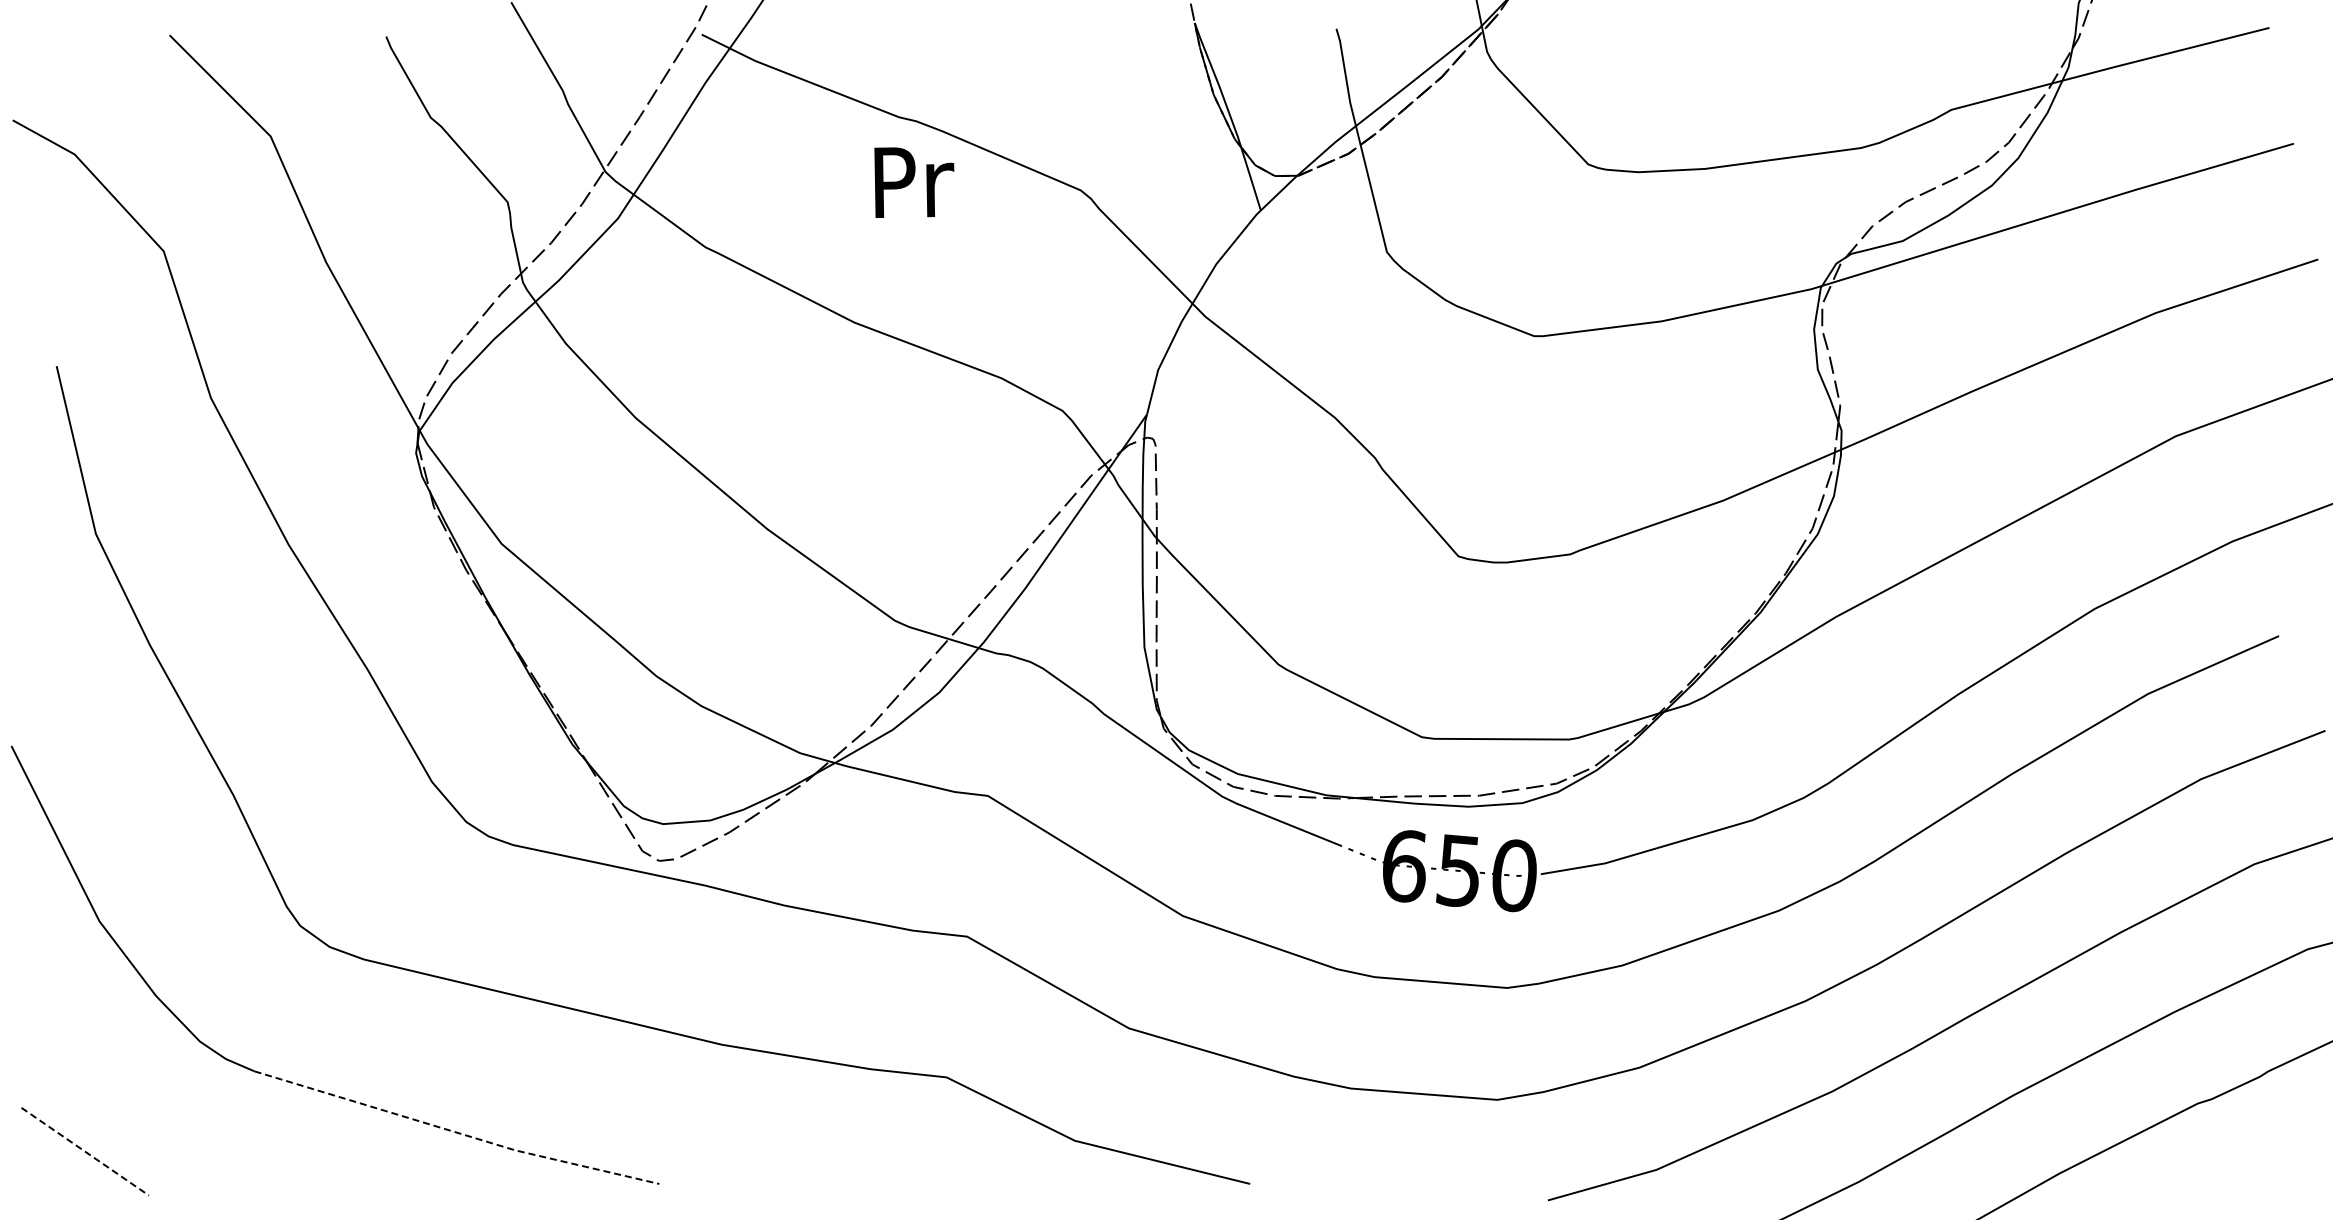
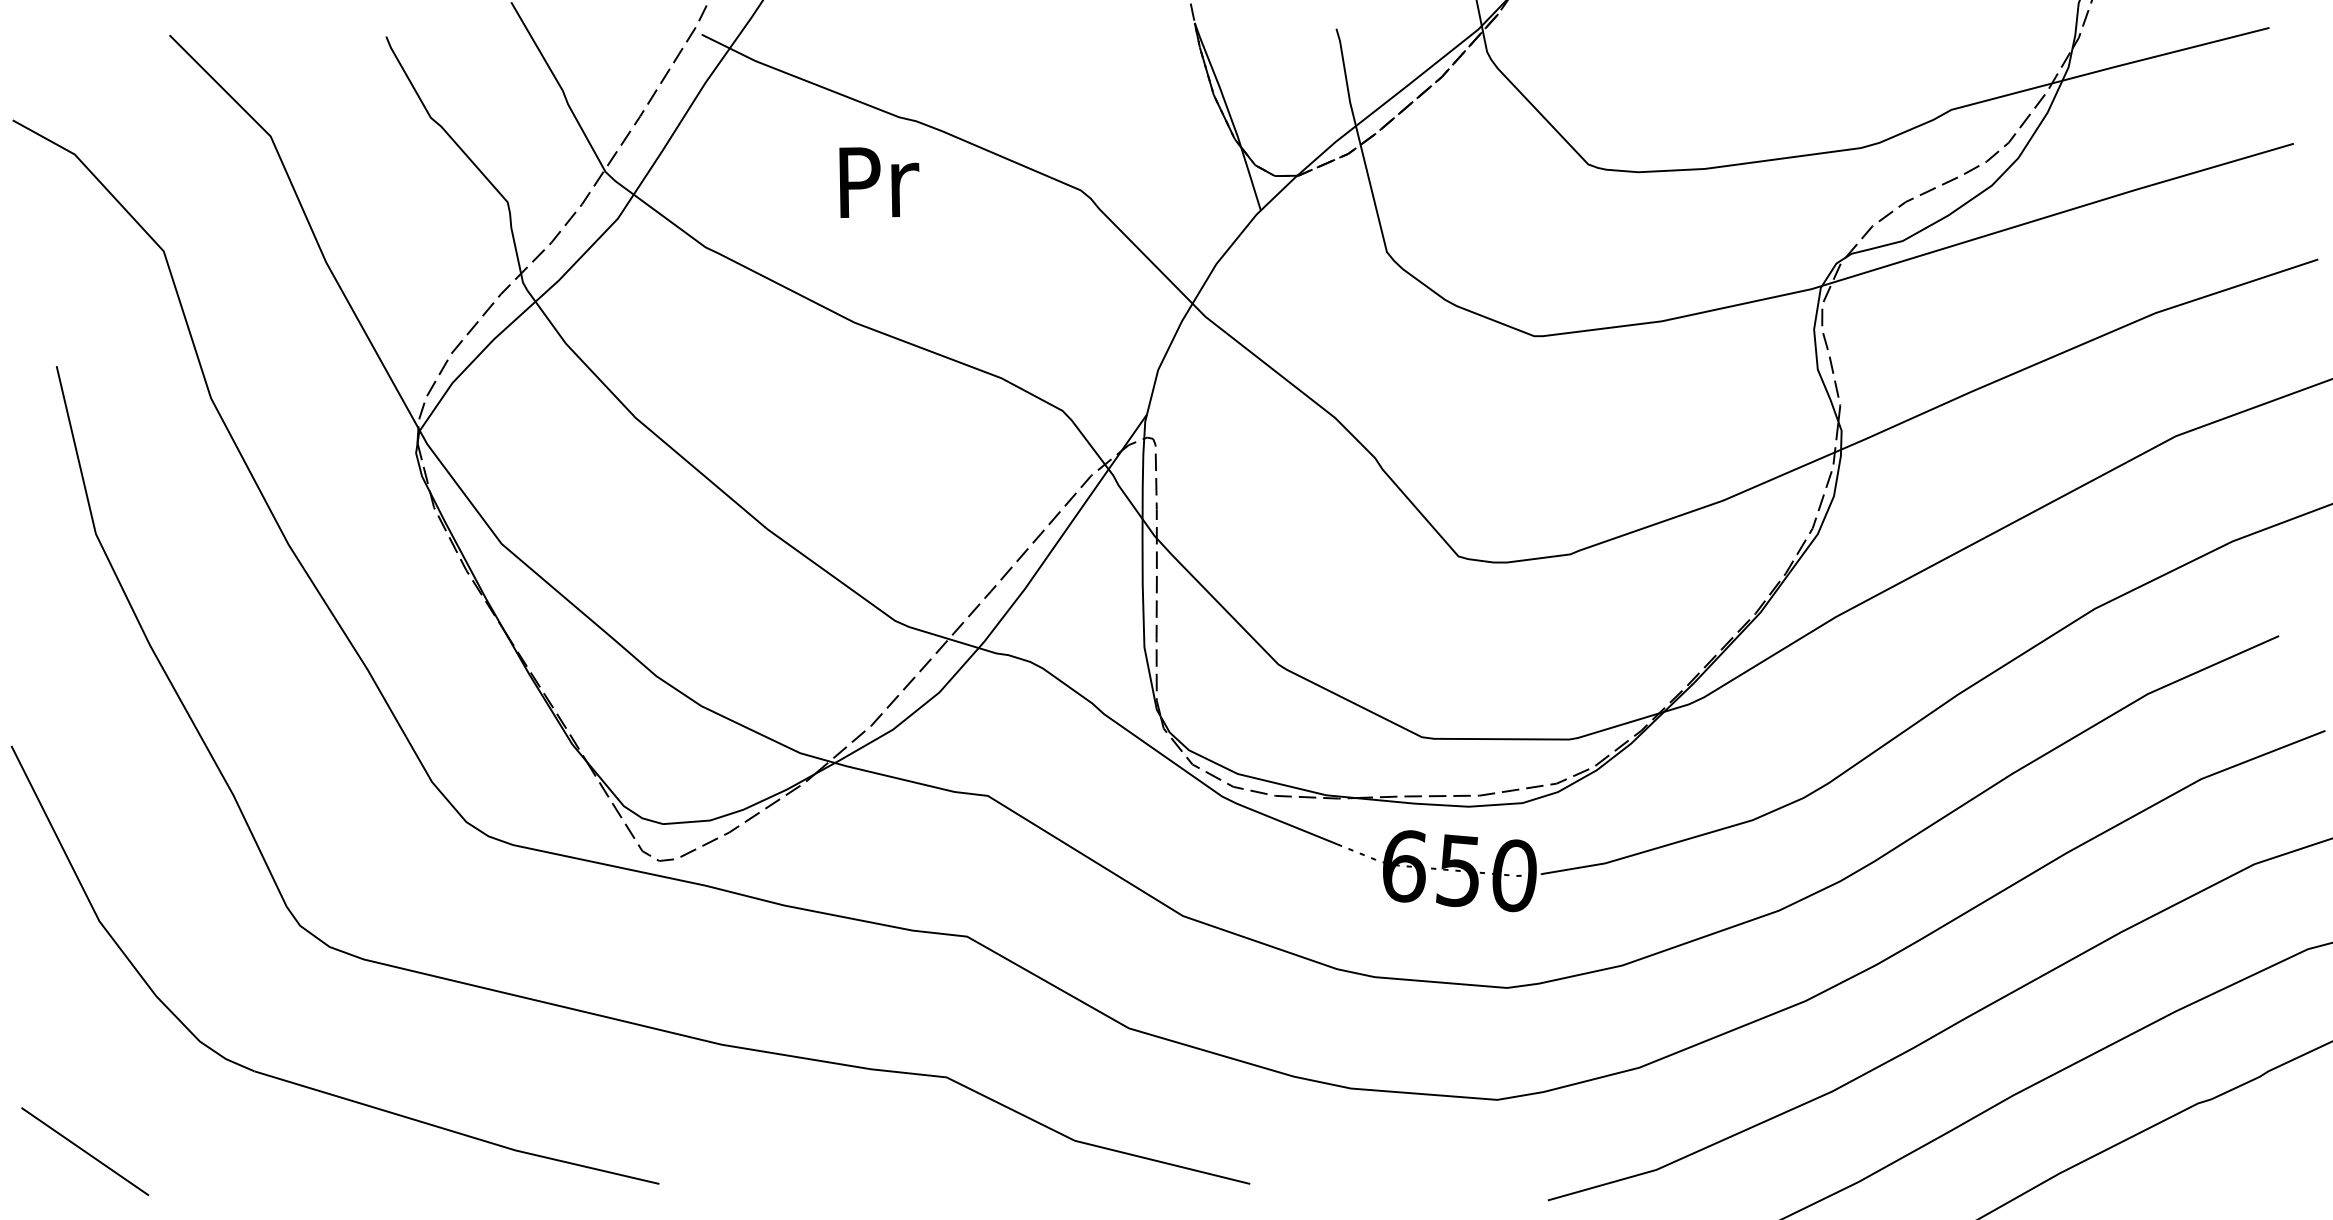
text at (914, 182) position: (914, 182) -> (879, 182)
line at (455, 1132): dashed -> solid
line at (85, 1151): dashed -> solid
